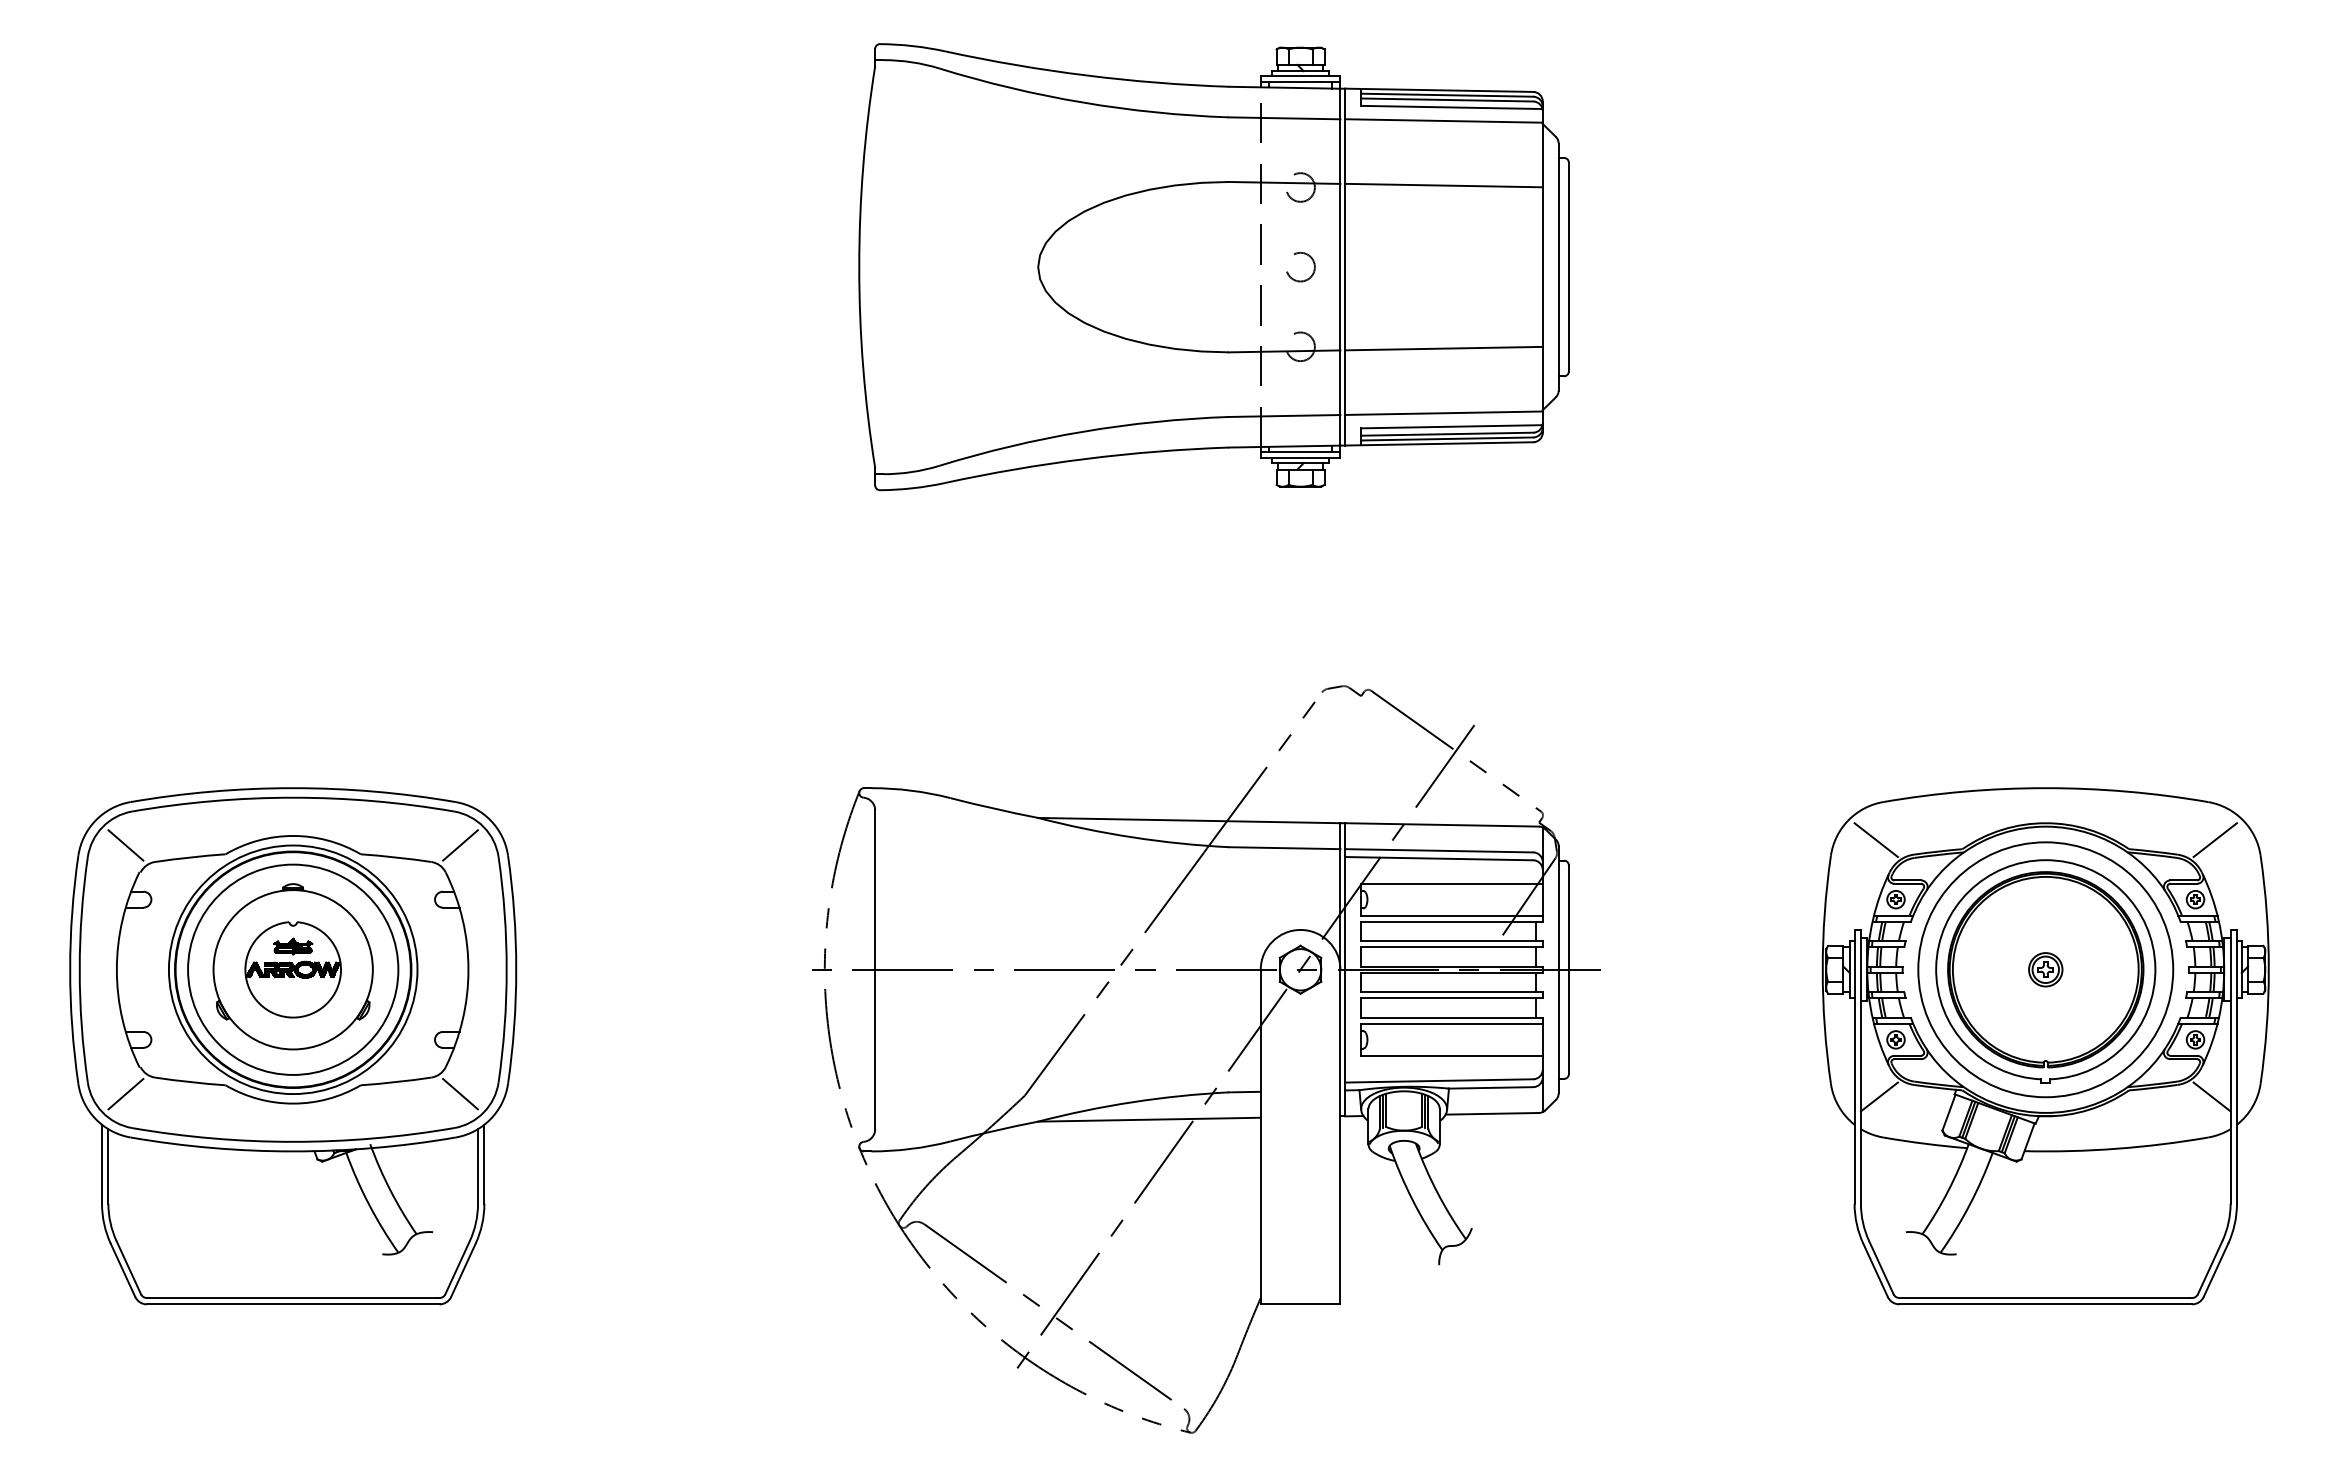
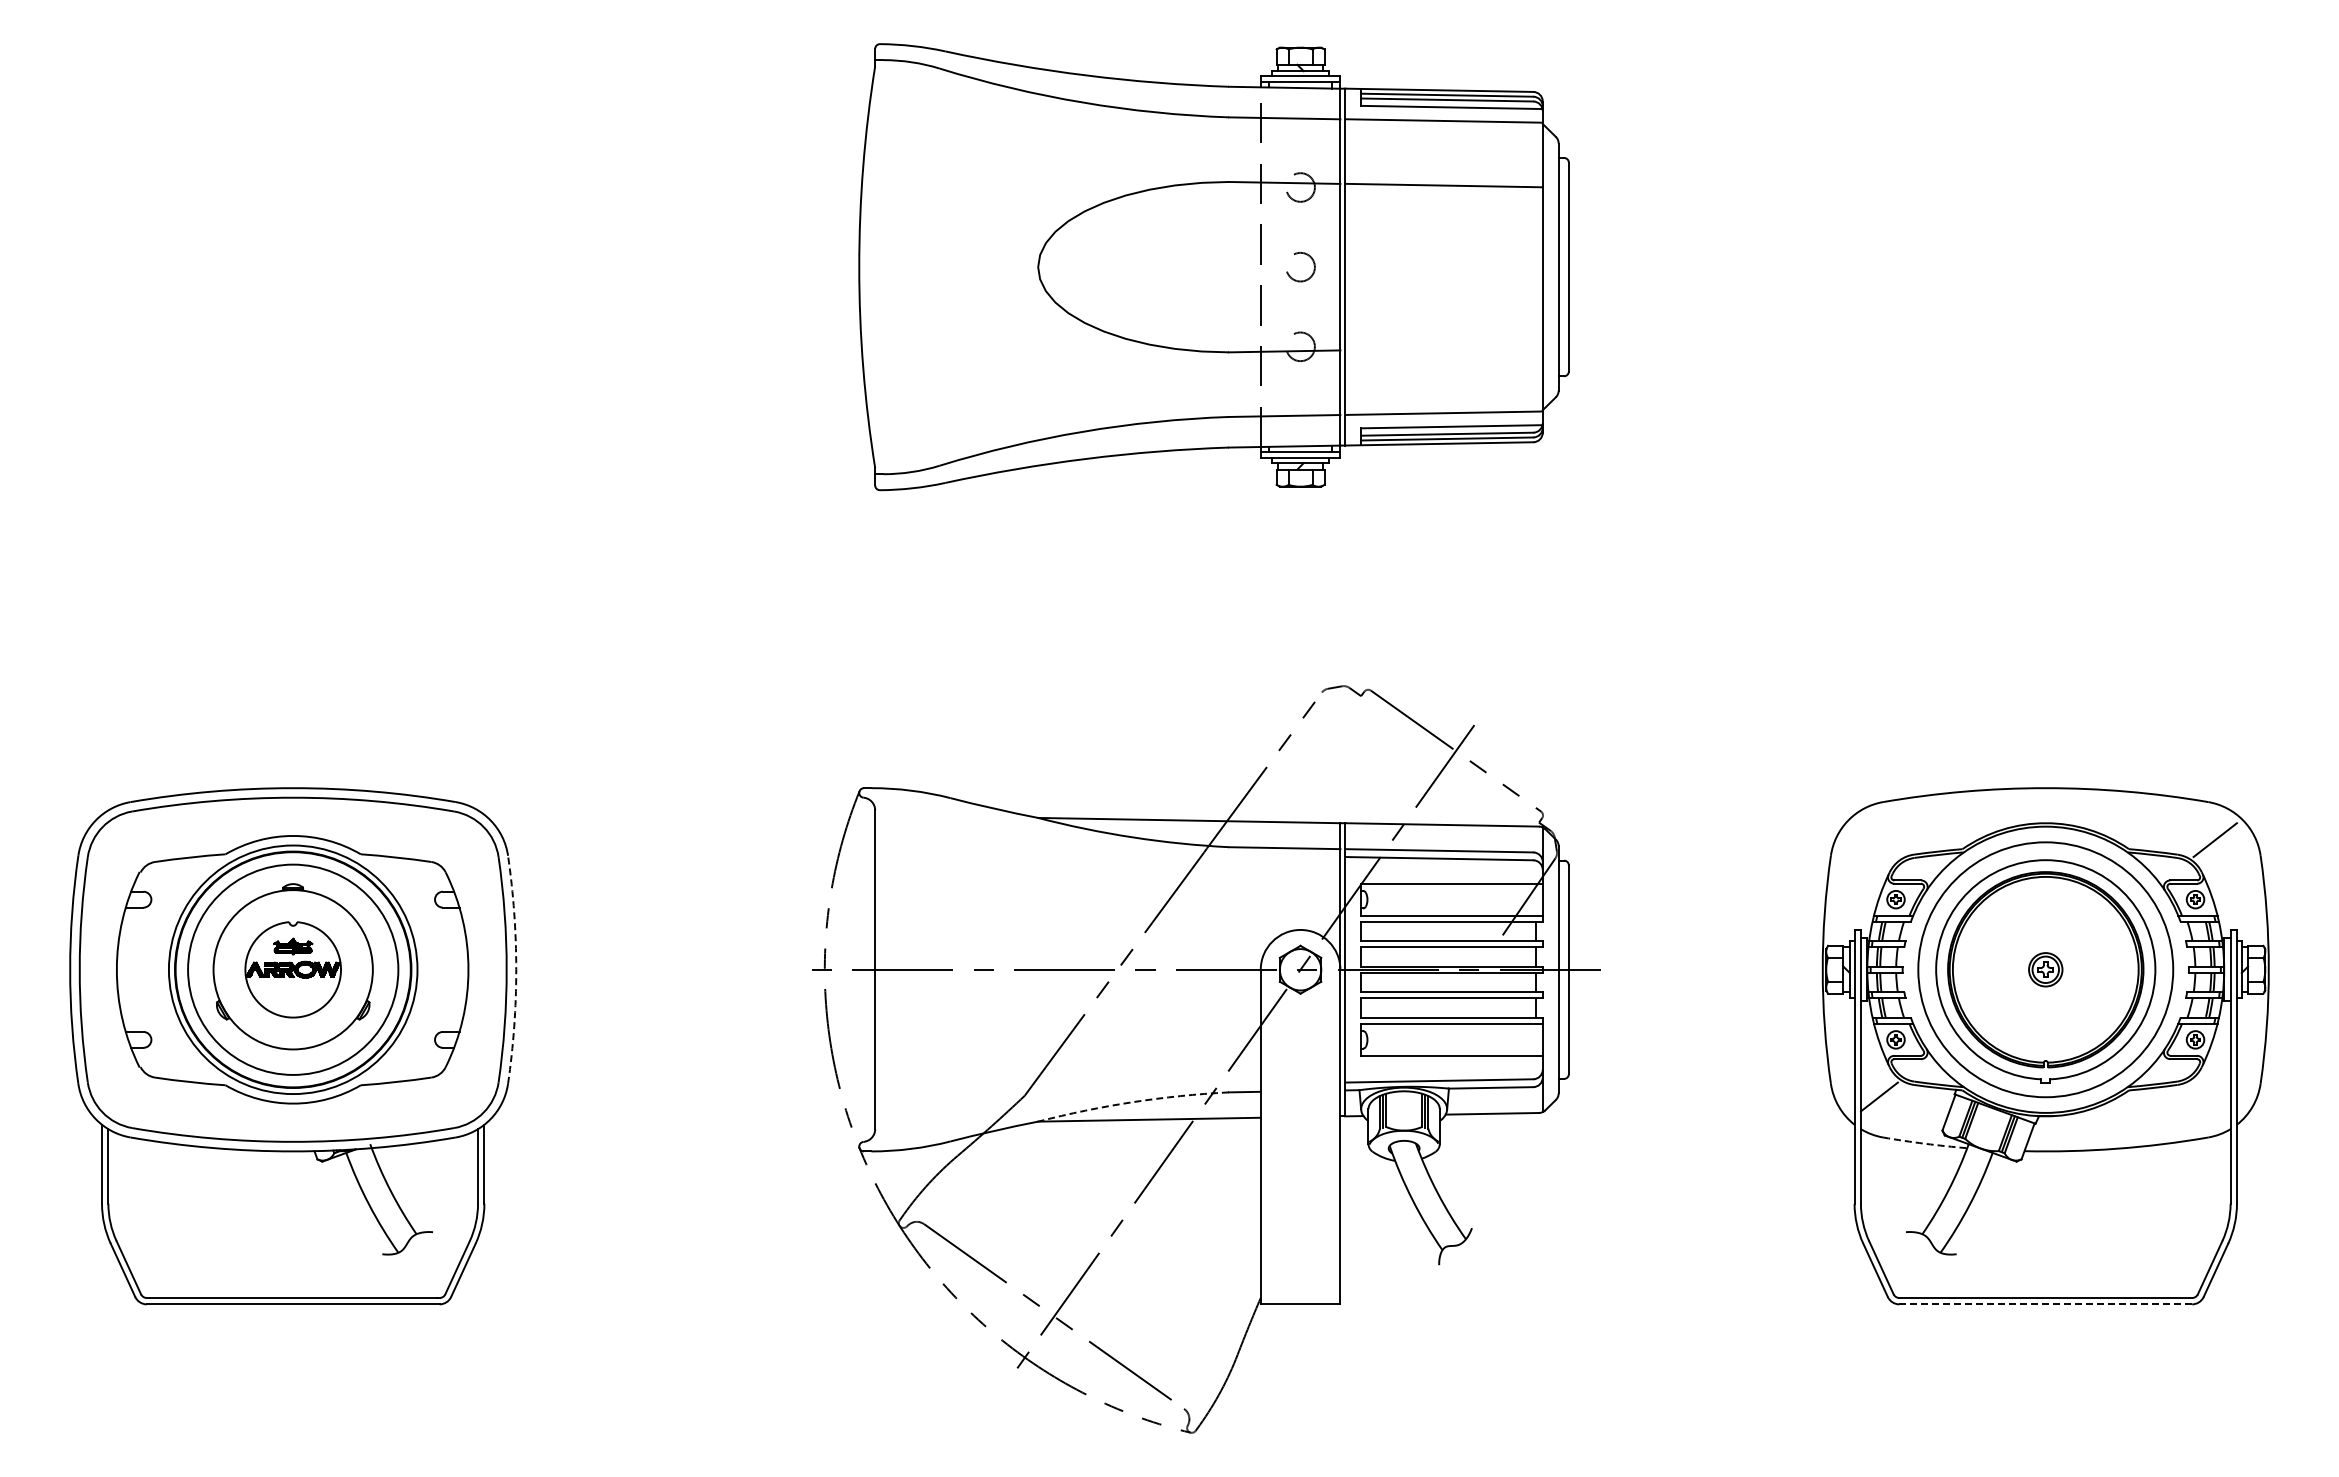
line at (1443, 348): present -> none
line at (1875, 840): present -> none
line at (125, 845): present -> none
line at (460, 845): present -> none
arc at (516, 969): solid -> dashed
line at (125, 1094): present -> none
line at (460, 1094): present -> none
line at (2211, 1096): present -> none
arc at (1132, 1102): solid -> dashed
arc at (1925, 1143): solid -> dashed
line at (2046, 1304): solid -> dashed
